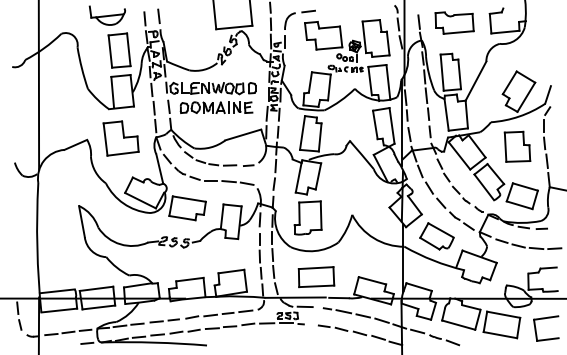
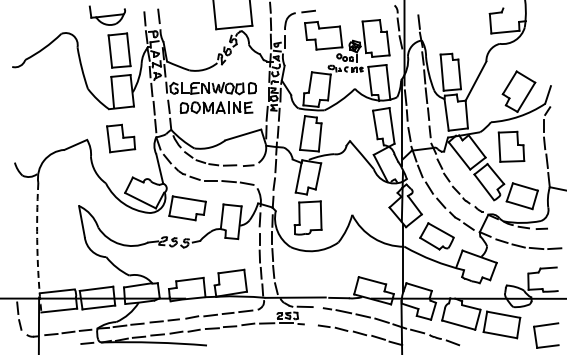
part at (454, 22): present -> none
line at (38, 85): present -> none
part at (120, 138) size: 38x37 px -> 31x31 px
part at (517, 146) position: (517, 146) -> (511, 146)
arc at (37, 247): solid -> dashed
part at (316, 277): present -> none
part at (544, 319) position: (544, 319) -> (544, 326)
